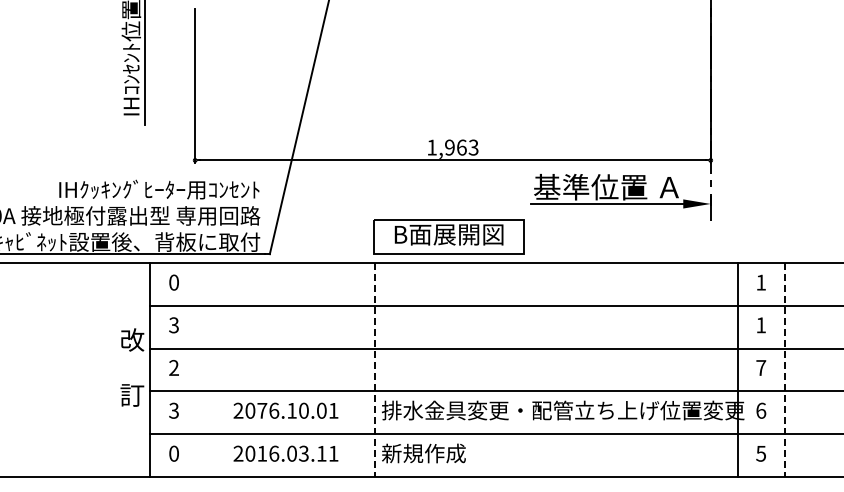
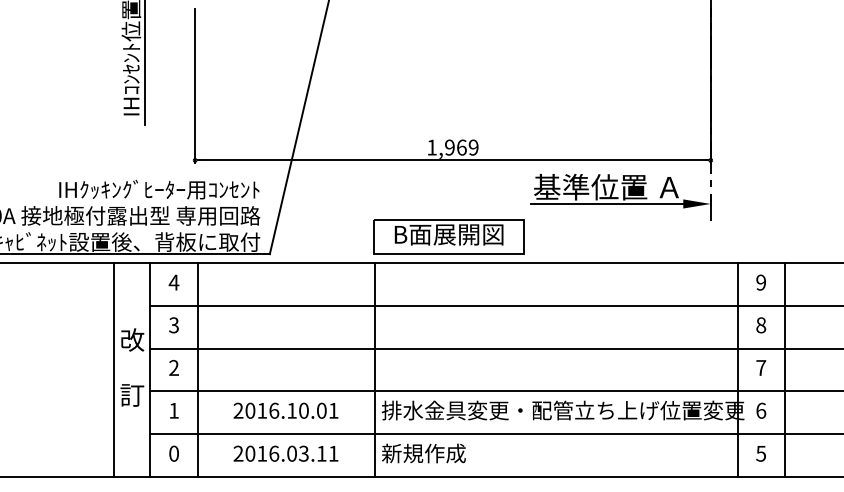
text at (473, 147): 1,963 -> 1,969
text at (173, 282): 0 -> 4
text at (760, 282): 1 -> 9
text at (761, 325): 1 -> 8
line at (114, 370): none -> present
line at (197, 370): none -> present
line at (374, 370): dashed -> solid
line at (784, 370): dashed -> solid
text at (173, 410): 3 -> 1
text at (262, 410): 2076.10.01 -> 2016.10.01
